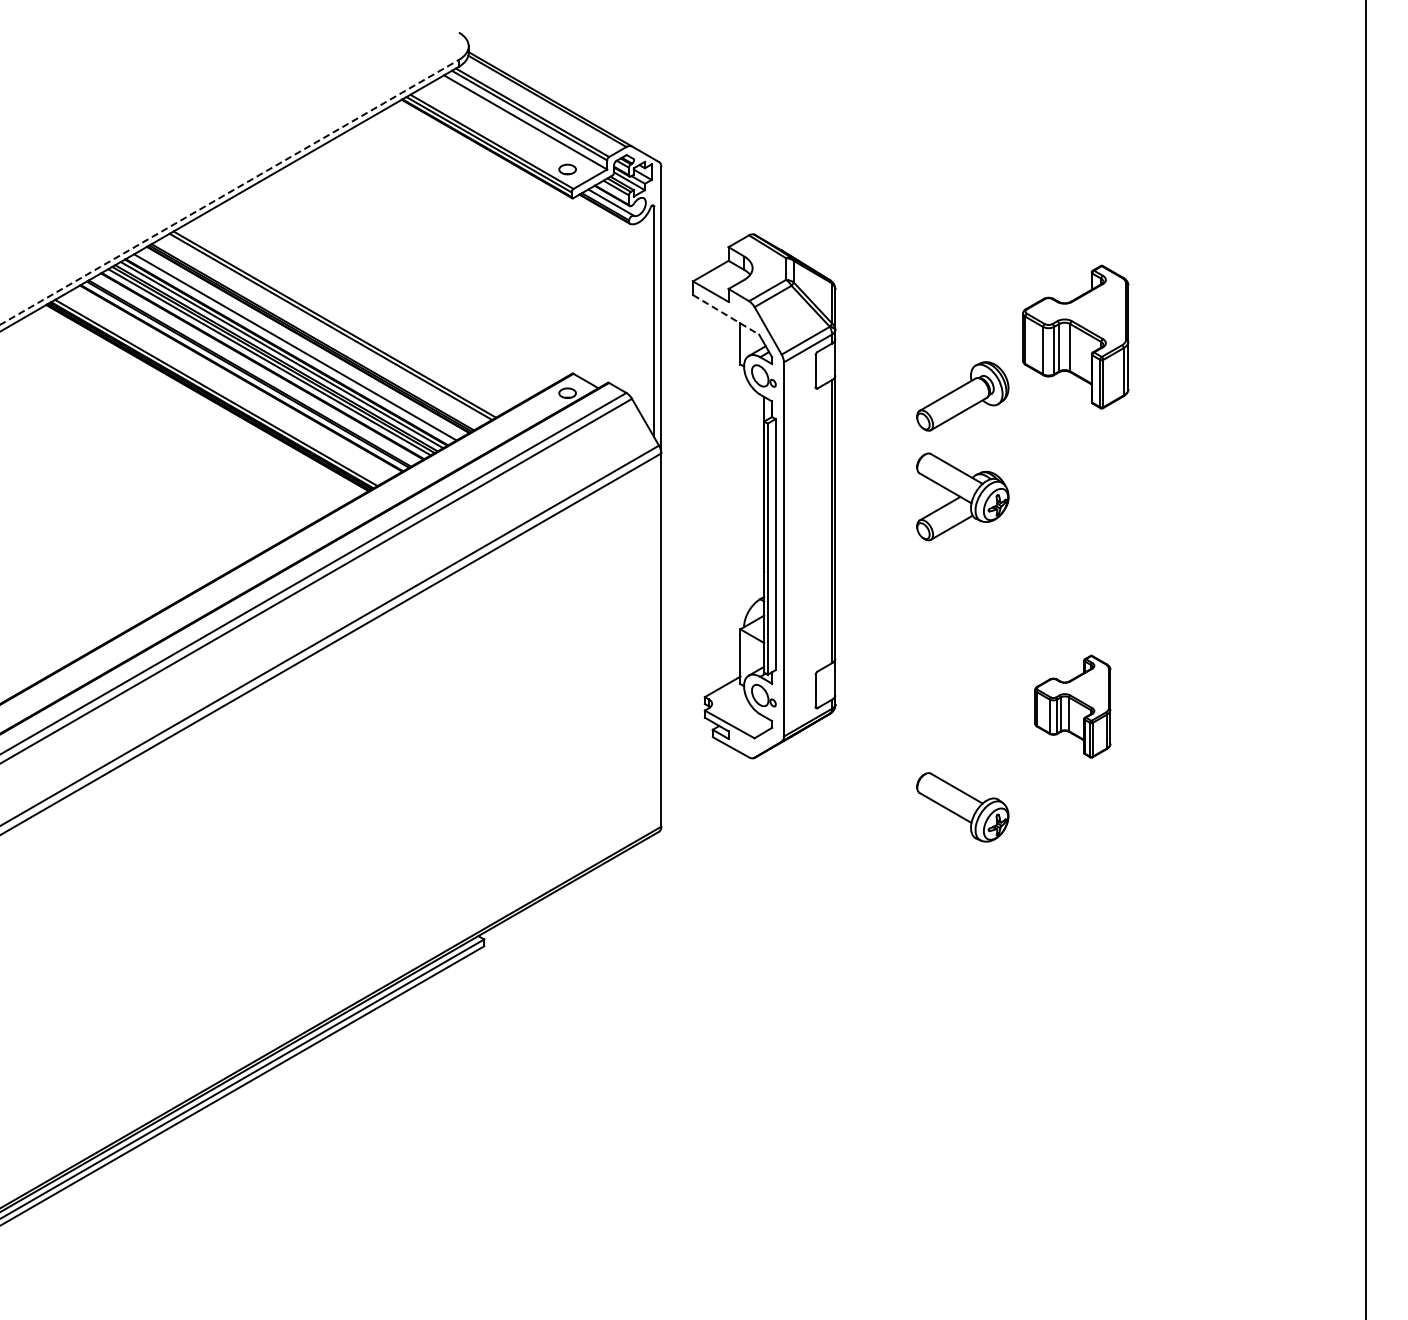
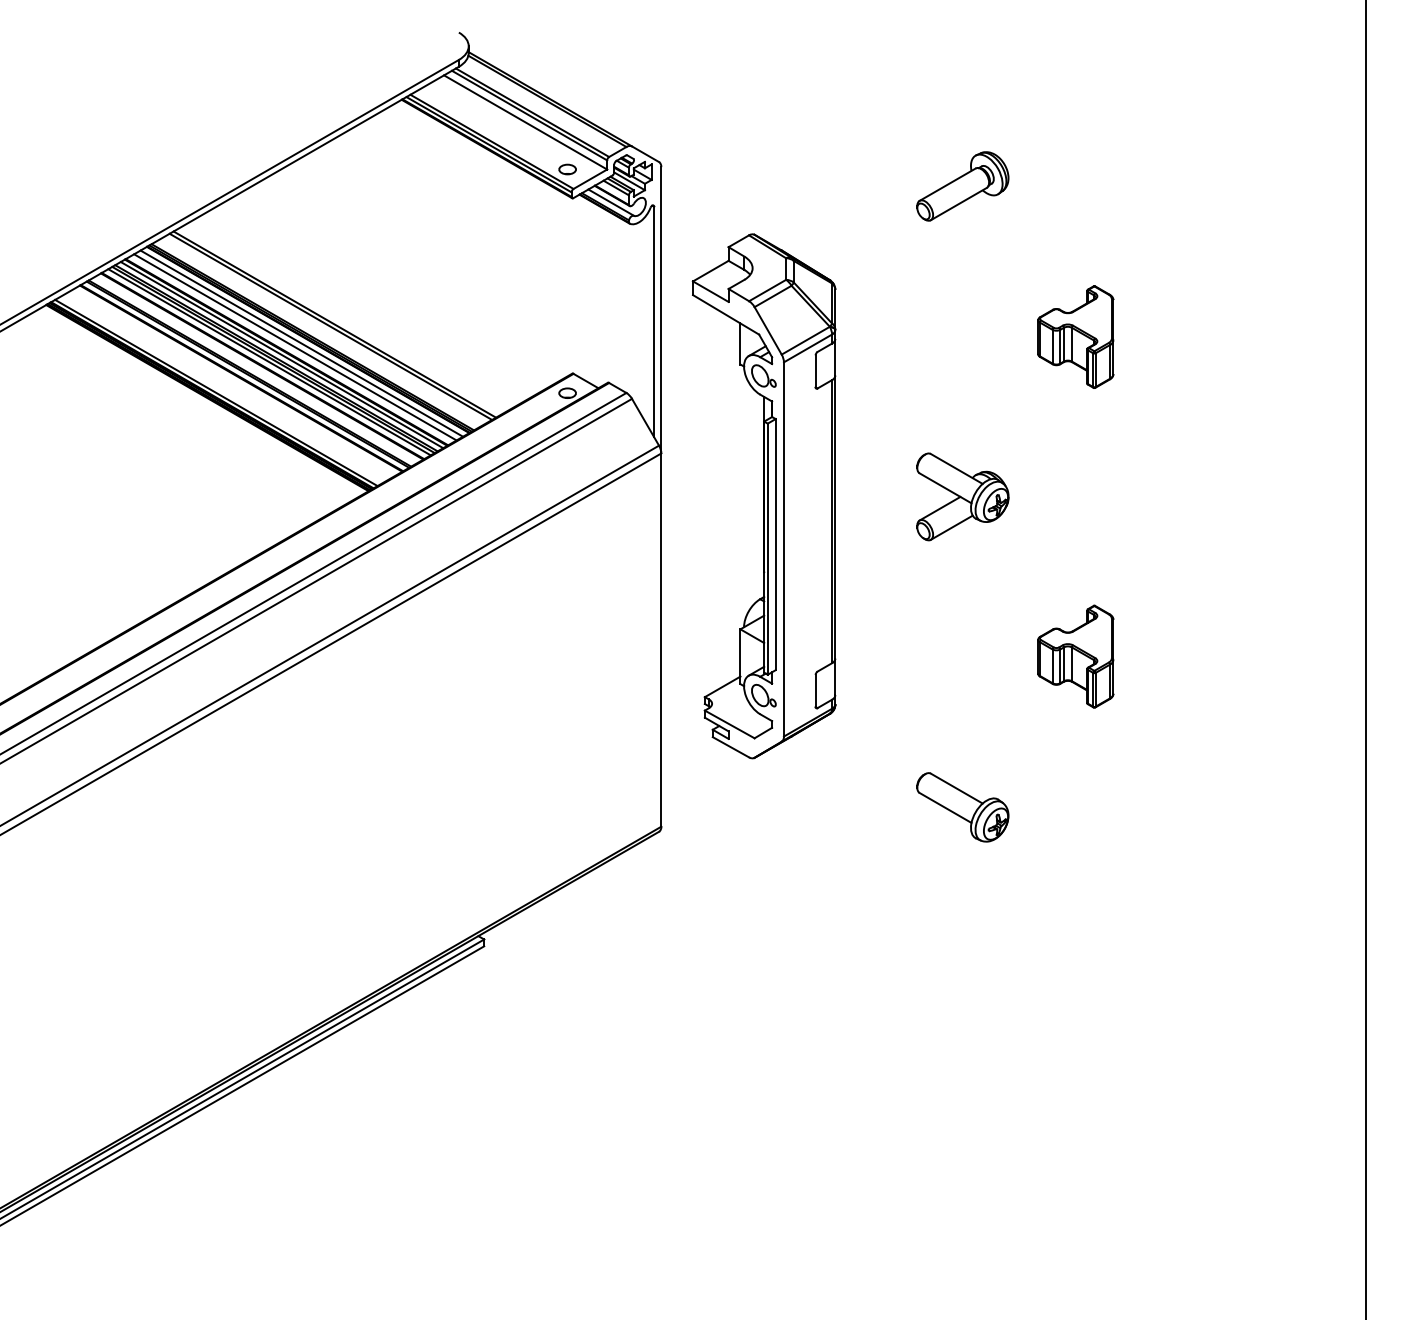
line at (229, 192): dashed -> solid
line at (726, 314): dashed -> solid
part at (1075, 336) size: 108x146 px -> 78x104 px
line at (301, 343): none -> present
part at (962, 396) position: (962, 396) -> (962, 186)
part at (1072, 706) position: (1072, 706) -> (1075, 656)
